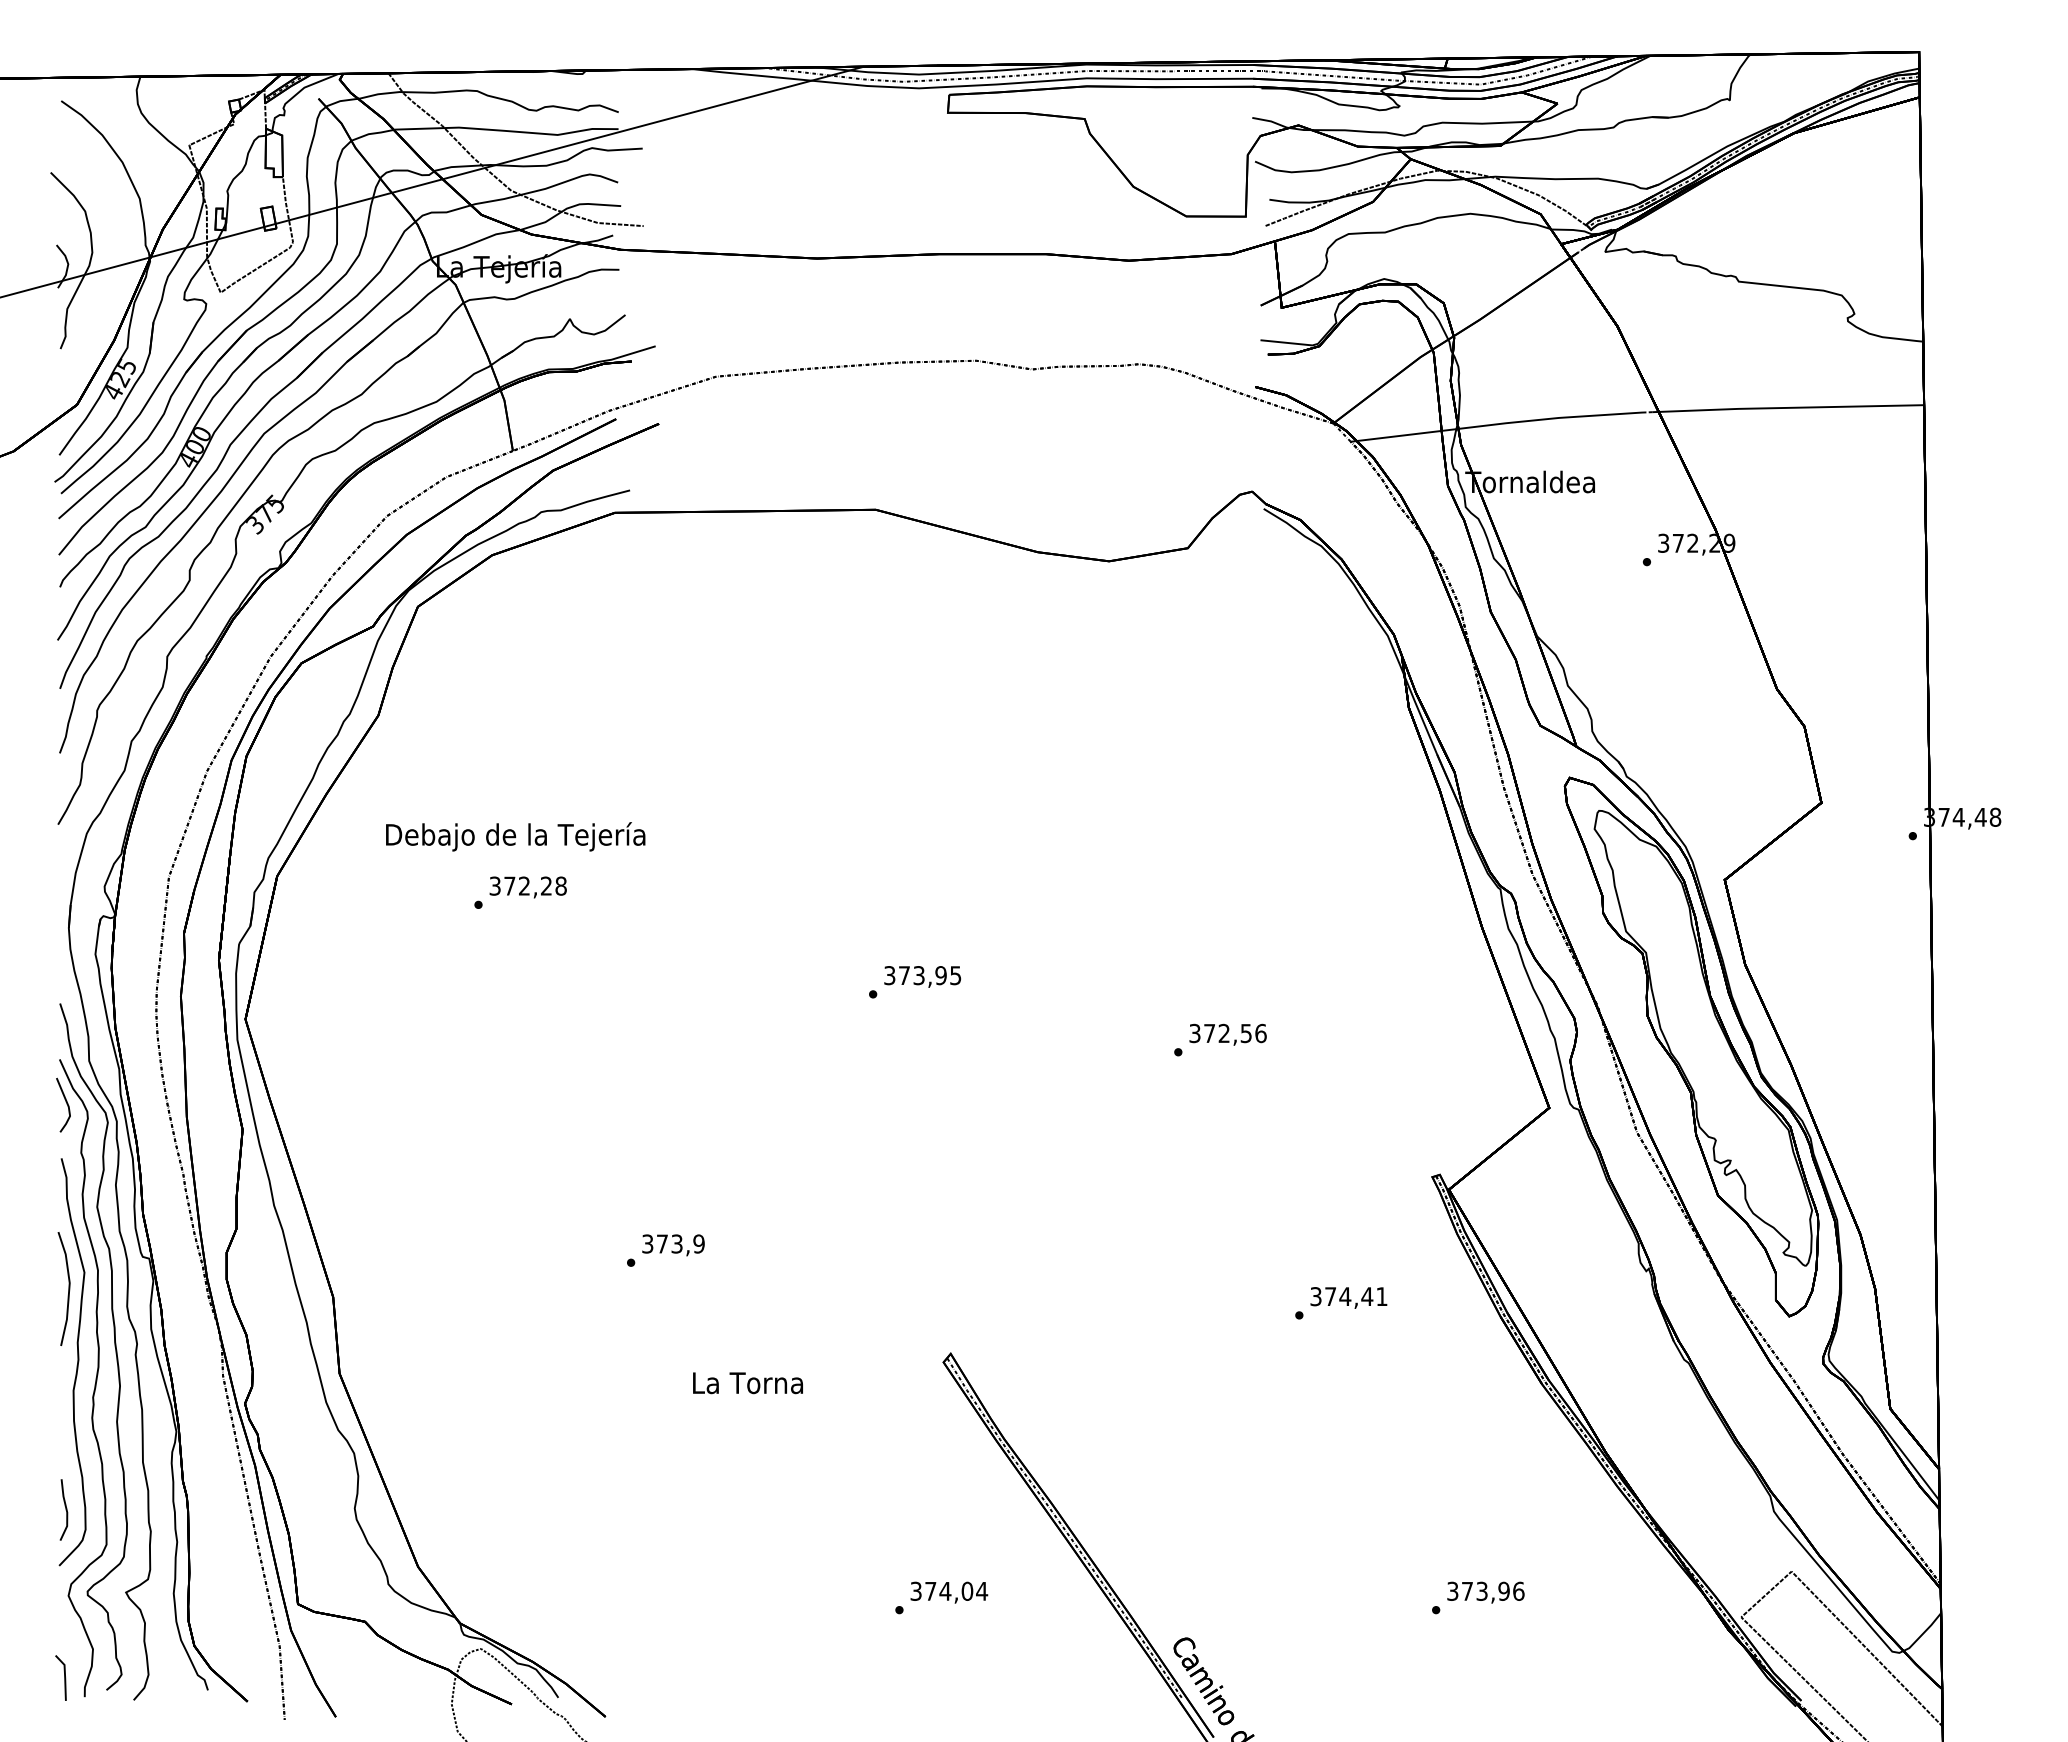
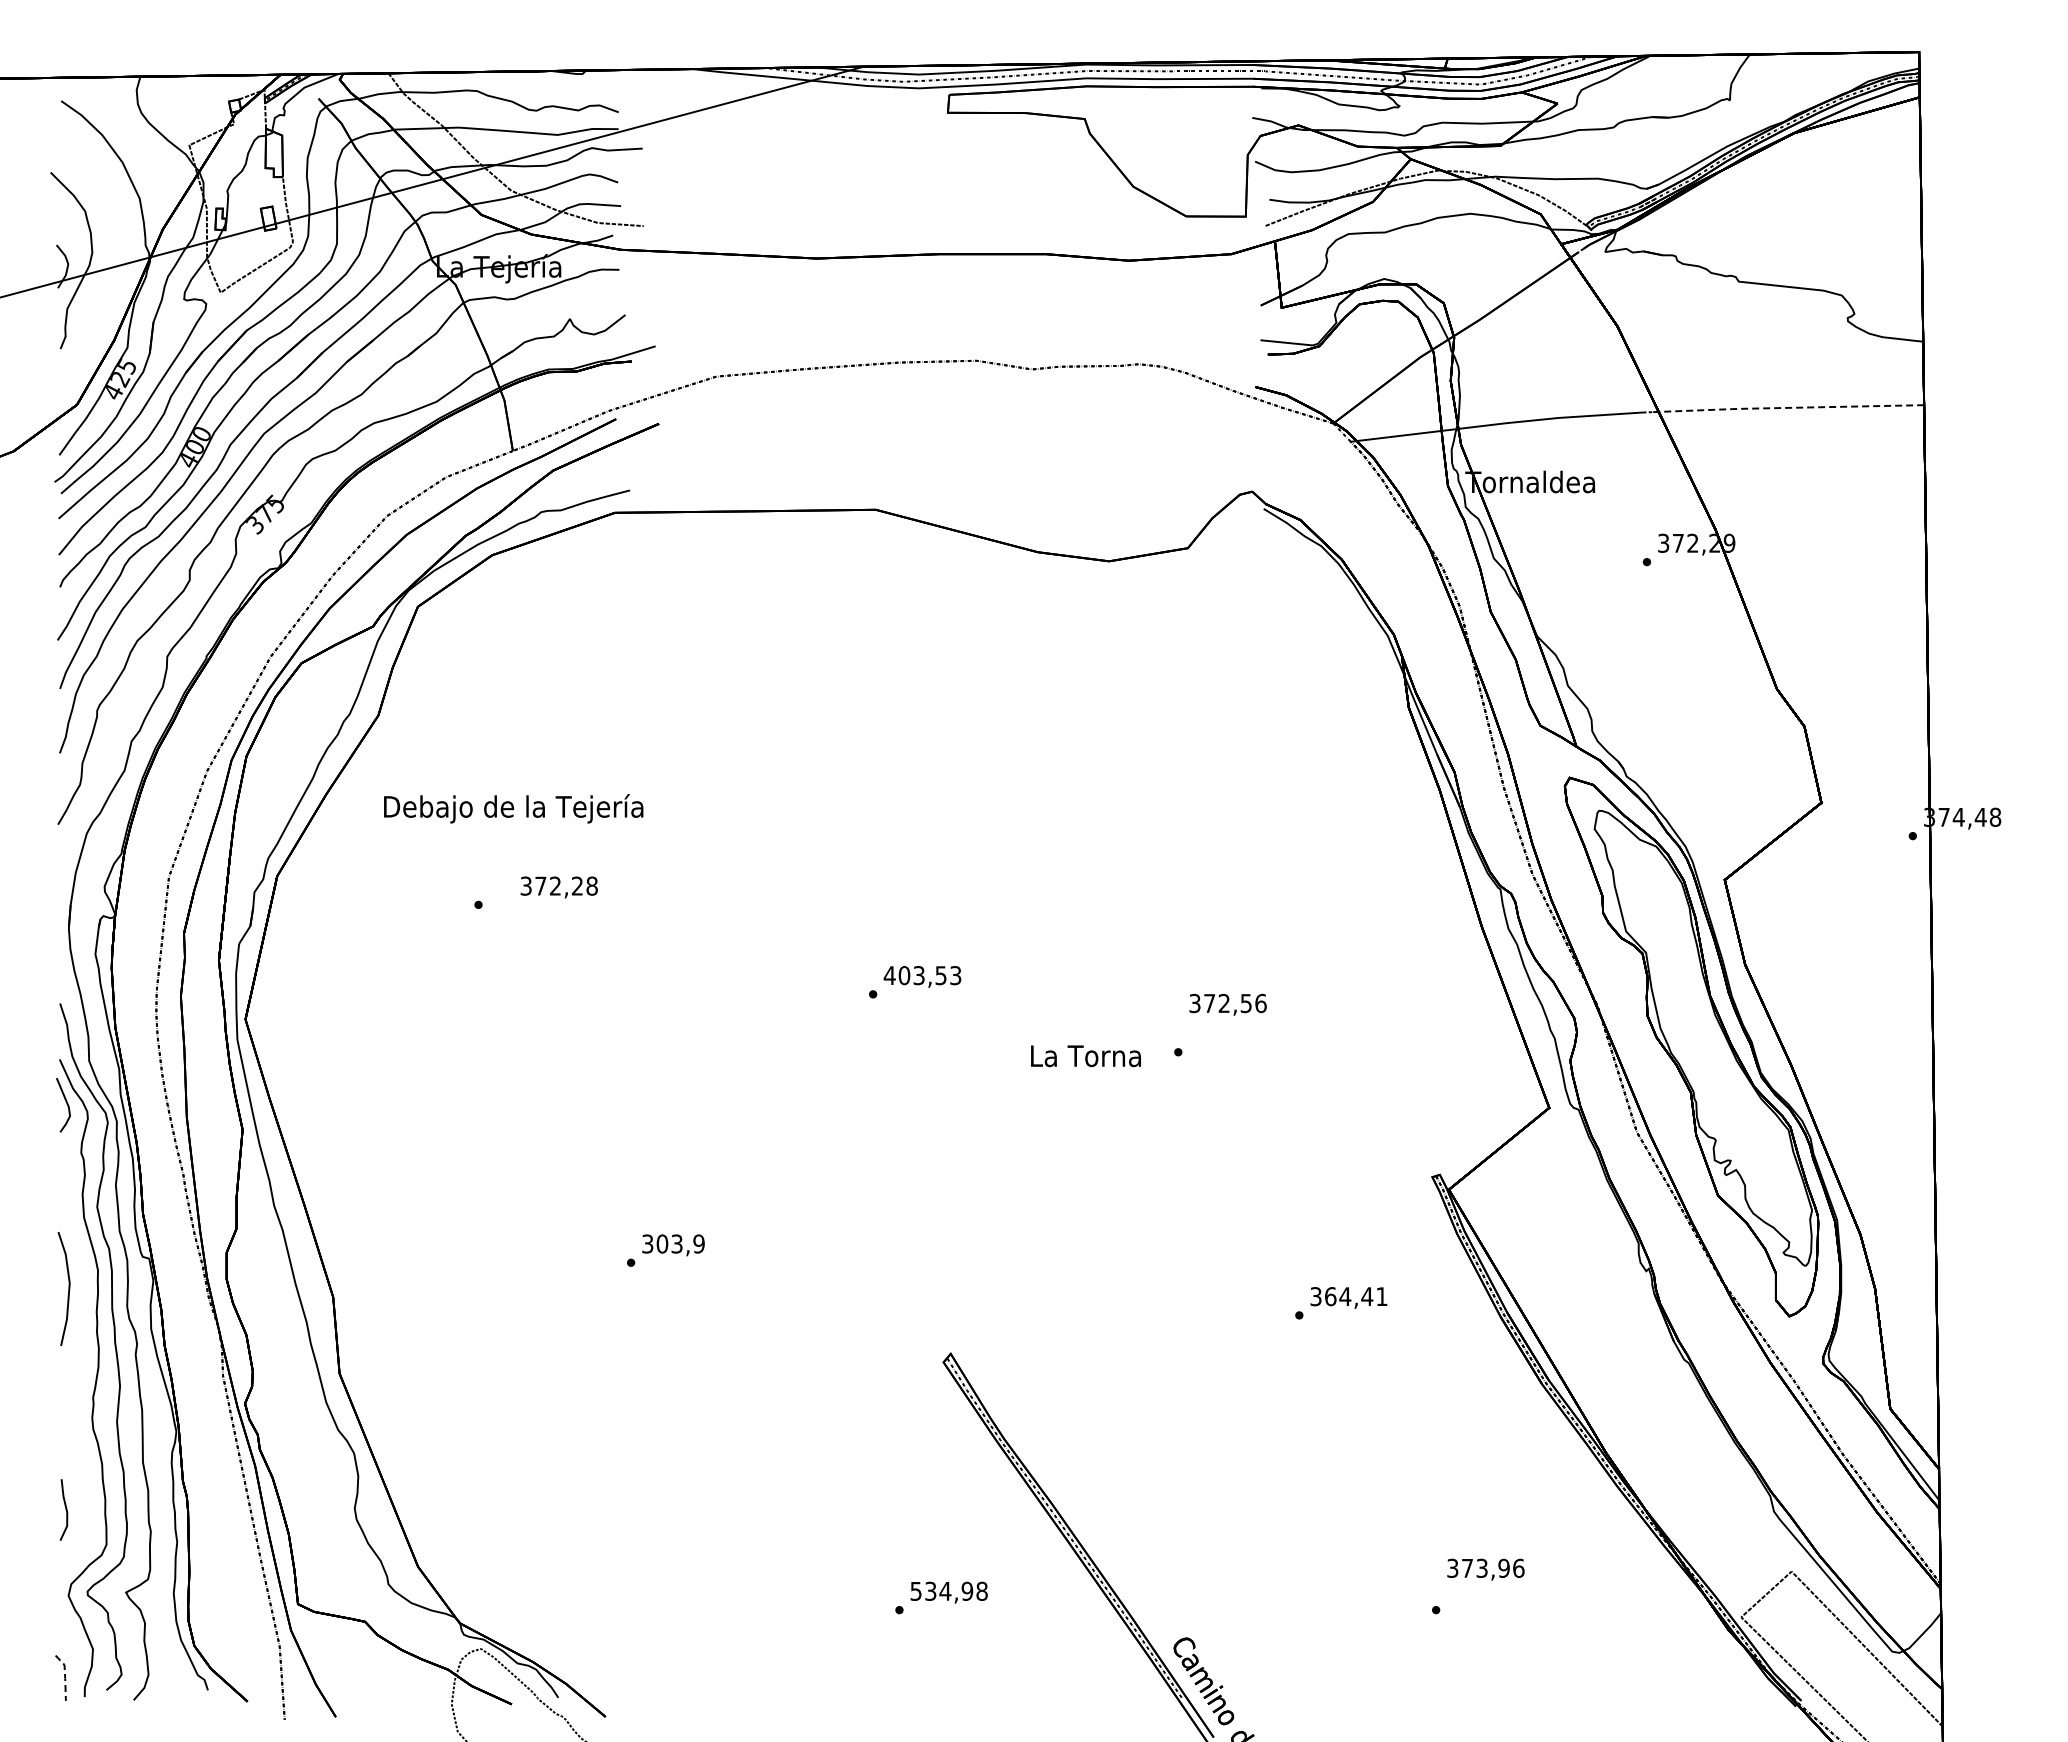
line at (1787, 407): solid -> dashed
text at (515, 836) position: (515, 836) -> (513, 808)
text at (527, 887) position: (527, 887) -> (558, 887)
text at (922, 975): 373,95 -> 403,53
text at (1227, 1034) position: (1227, 1034) -> (1227, 1004)
text at (662, 1243): 373,9 -> 303,9
text at (1330, 1296): 374,41 -> 364,41
curve at (77, 1362): present -> none
text at (747, 1383) position: (747, 1383) -> (1085, 1056)
text at (949, 1590): 374,04 -> 534,98
text at (1485, 1592) position: (1485, 1592) -> (1485, 1569)
line at (65, 1676): solid -> dashed
